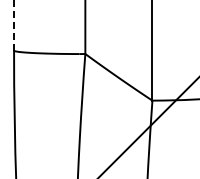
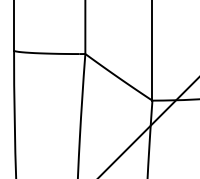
line at (14, 25): dashed -> solid
